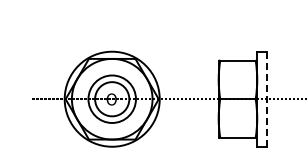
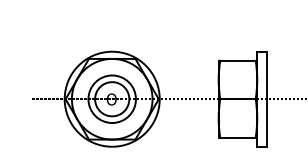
line at (266, 99): dashed -> solid
